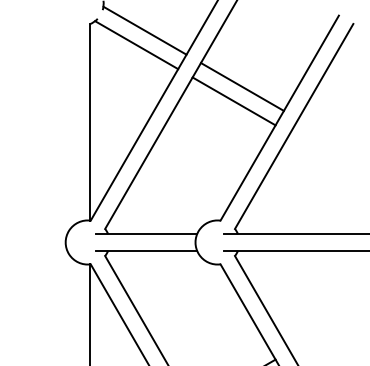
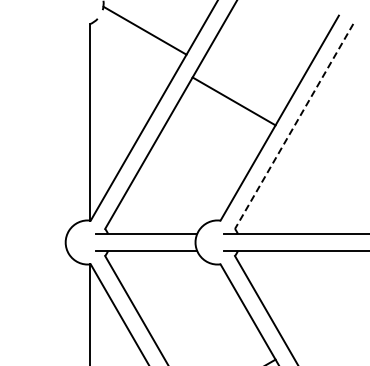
line at (136, 45): present -> none
line at (241, 86): present -> none
line at (293, 126): solid -> dashed
